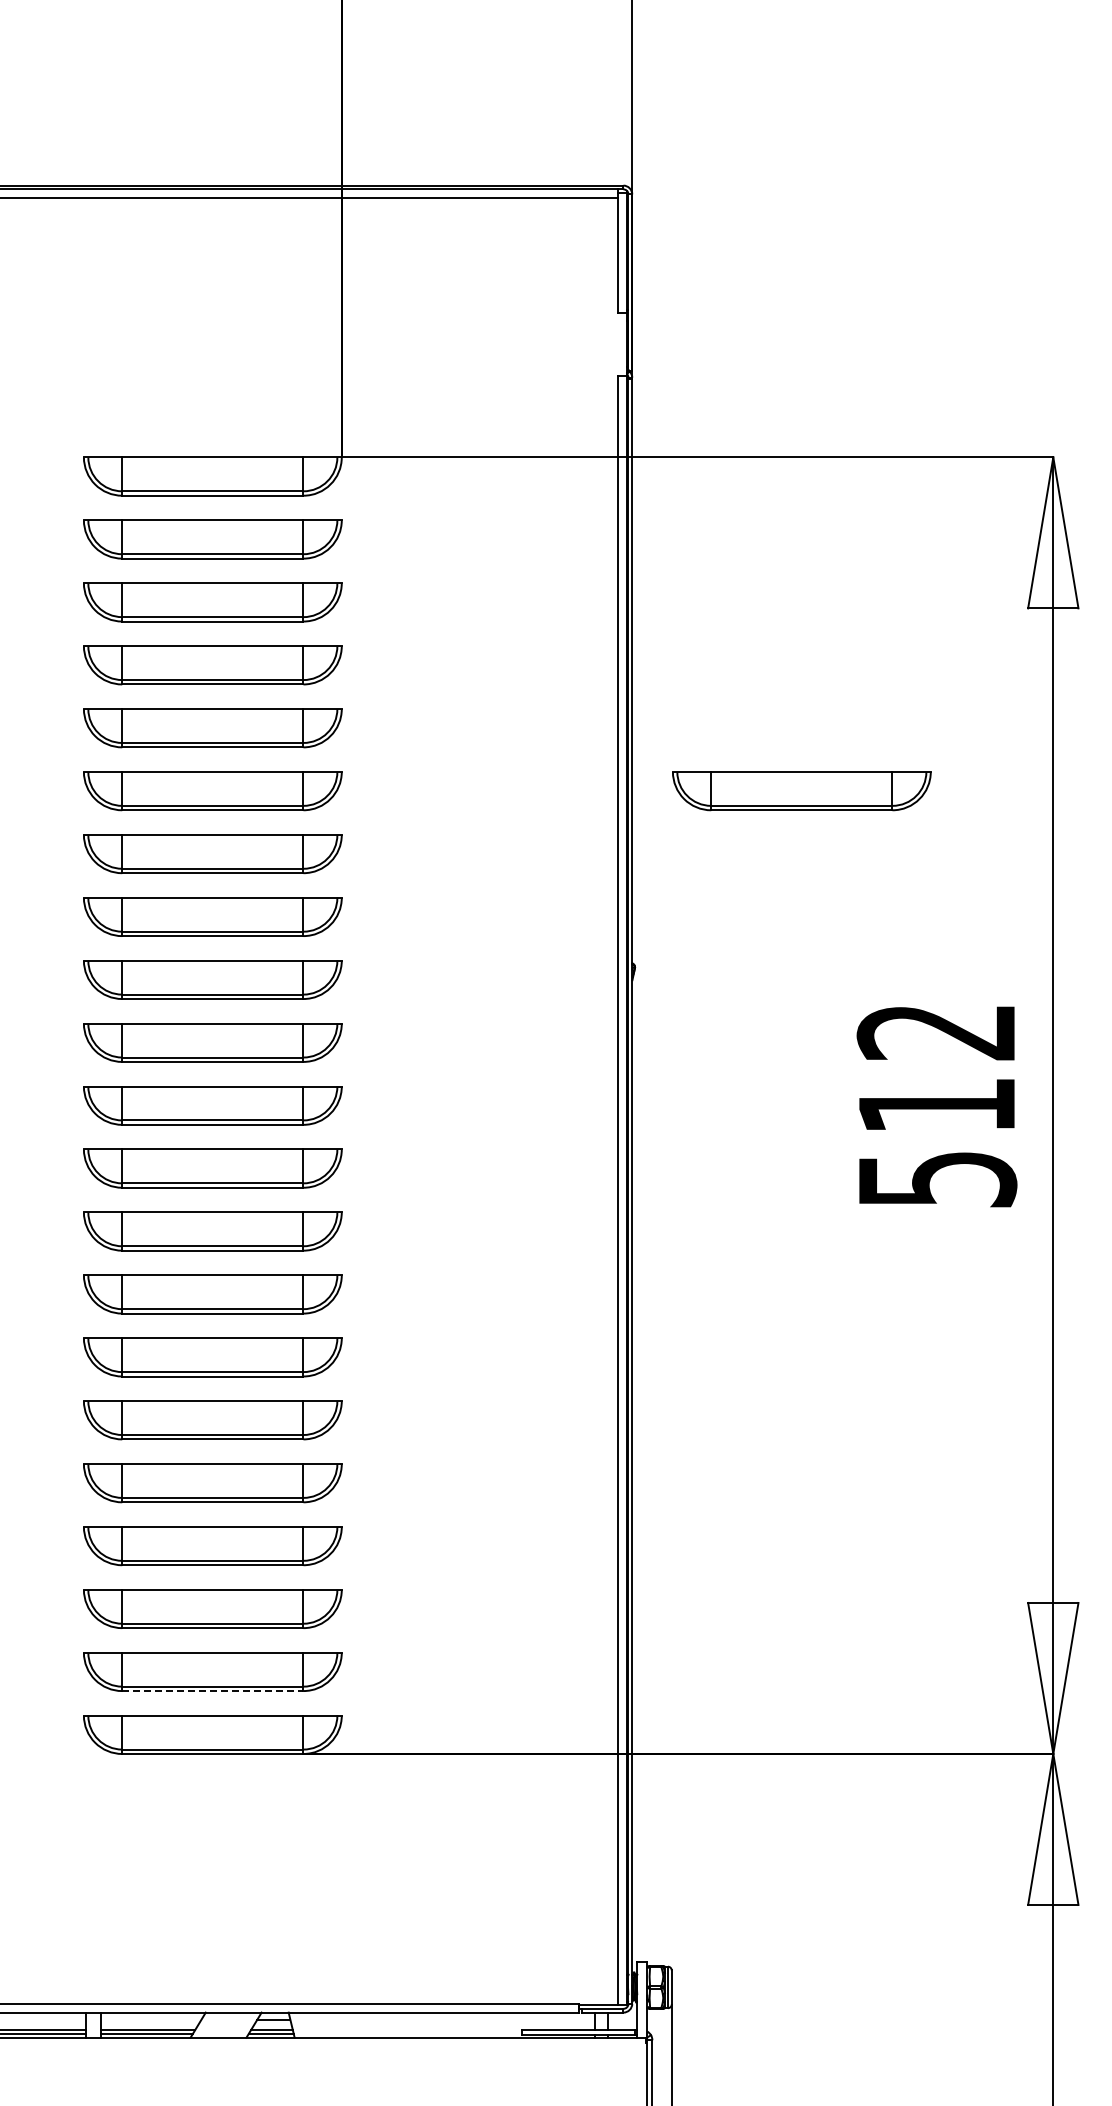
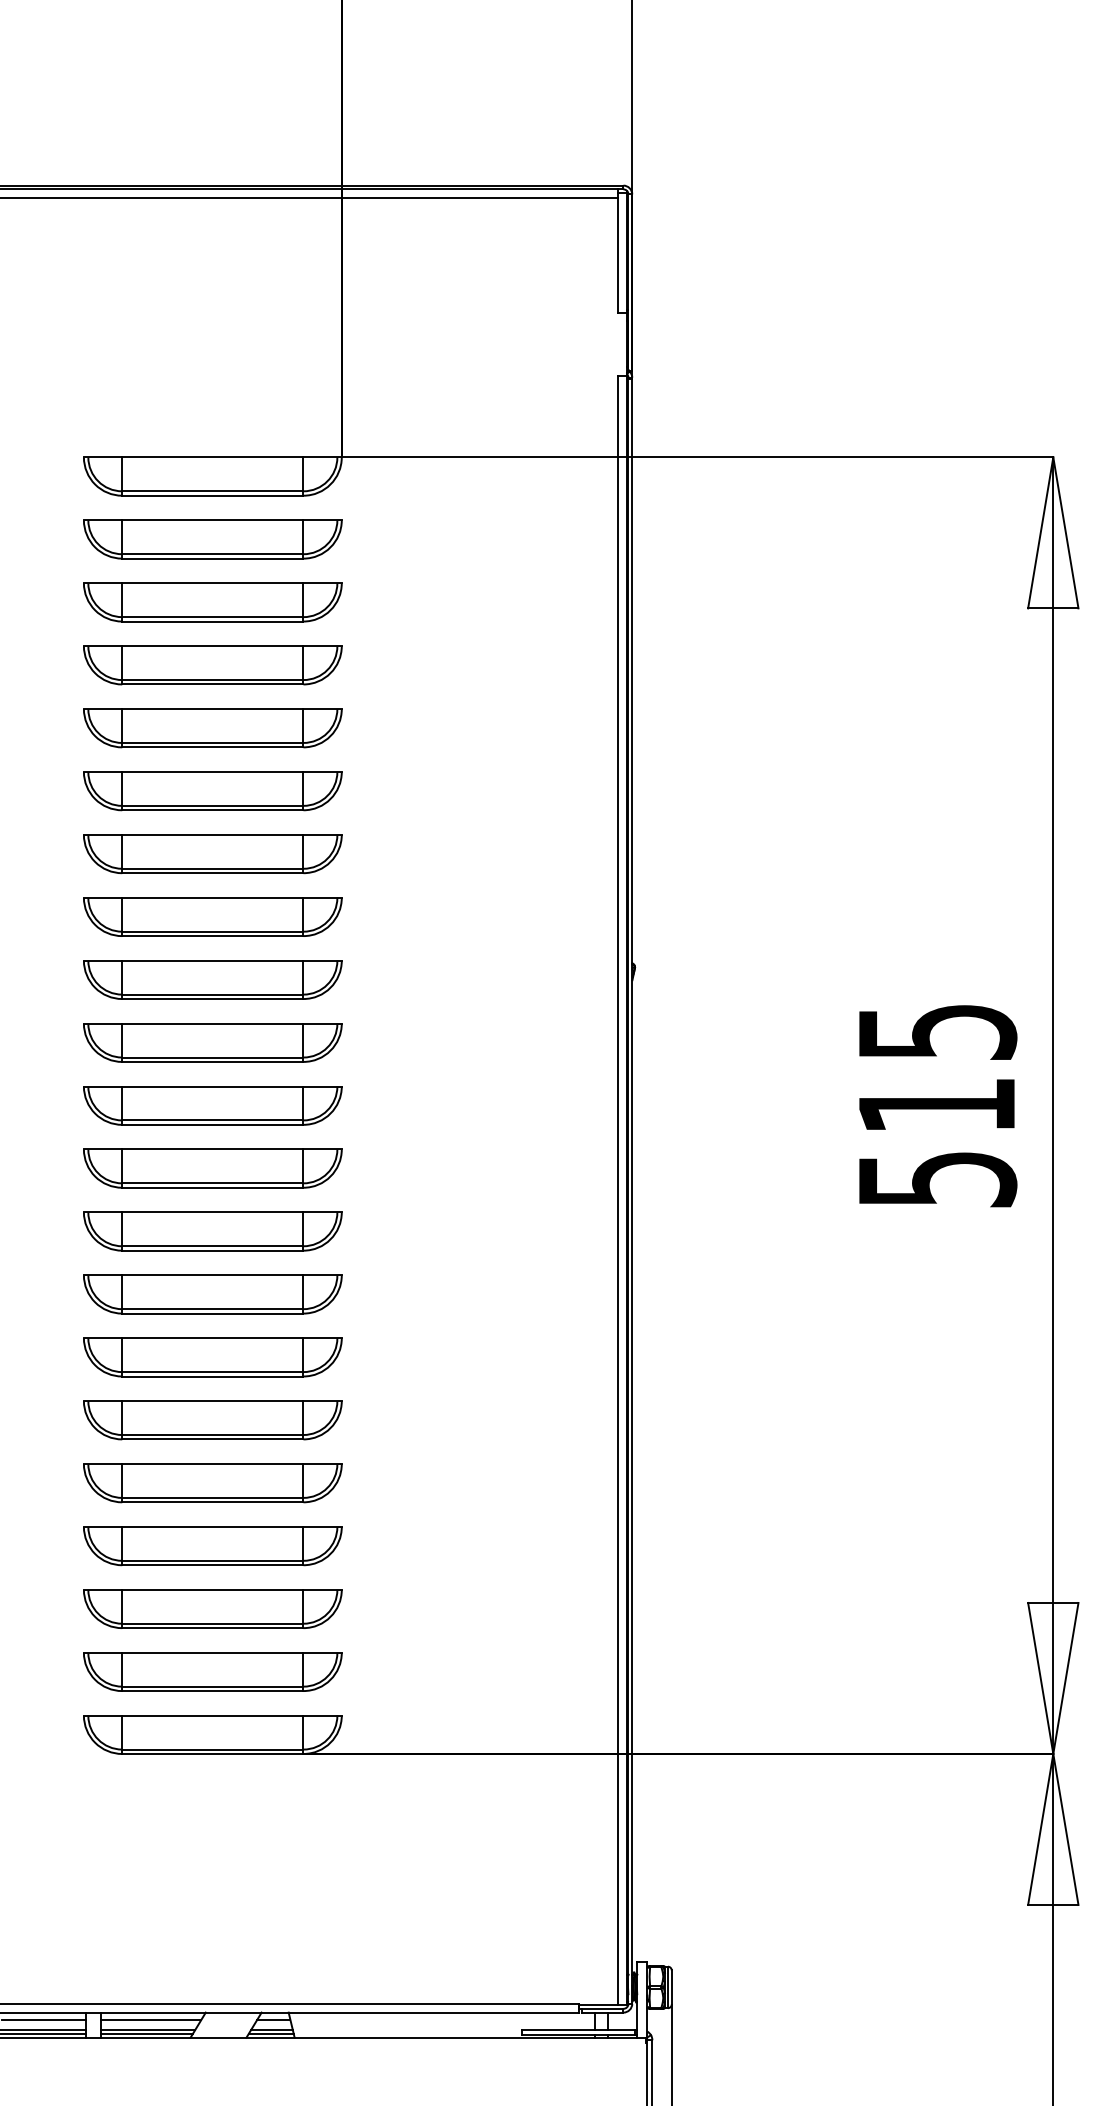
part at (801, 791): present -> none
text at (936, 1032): 512 -> 515
line at (212, 1691): dashed -> solid
line at (44, 2020): none -> present
line at (151, 2020): none -> present
